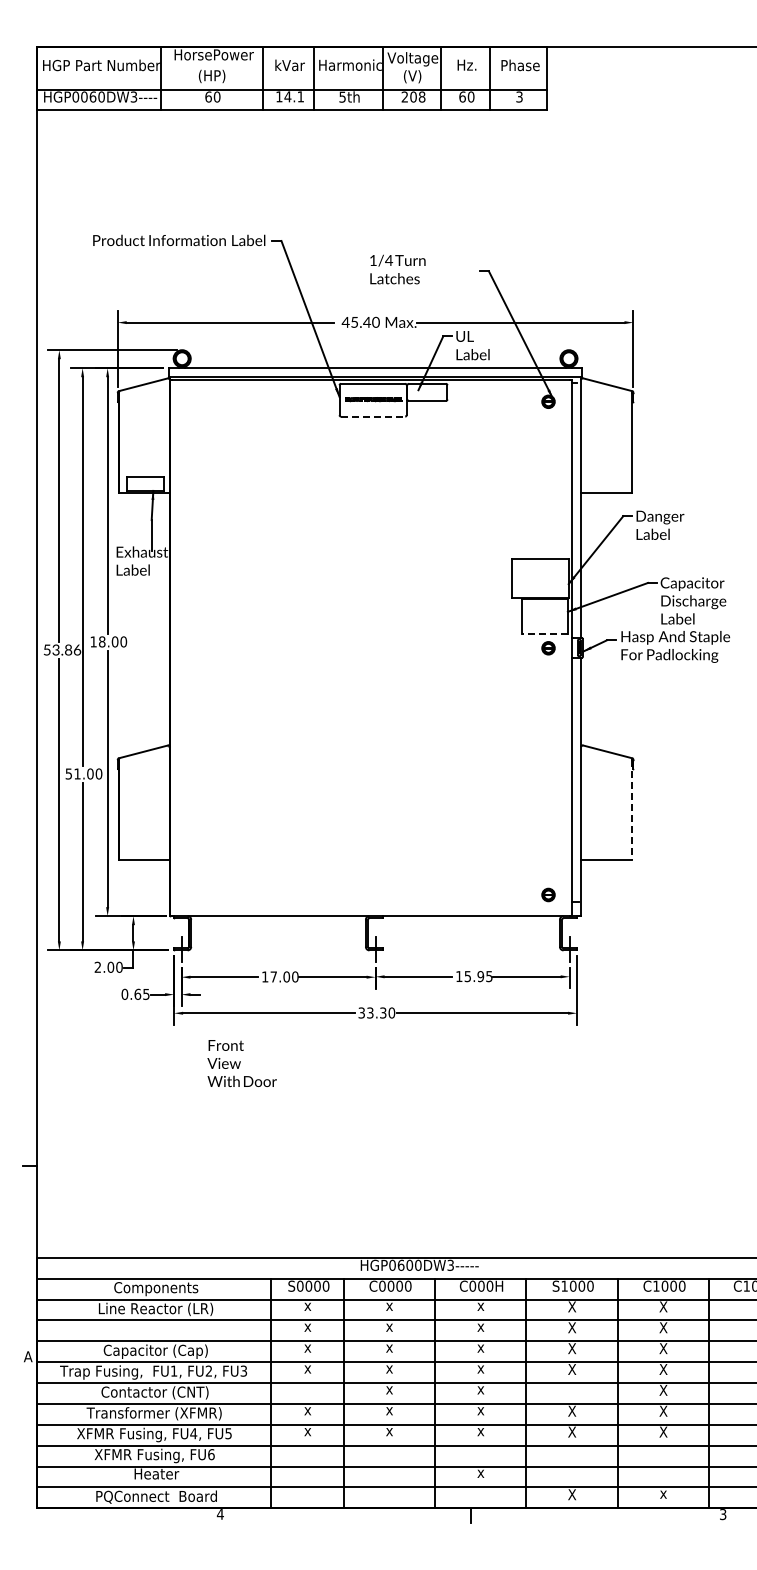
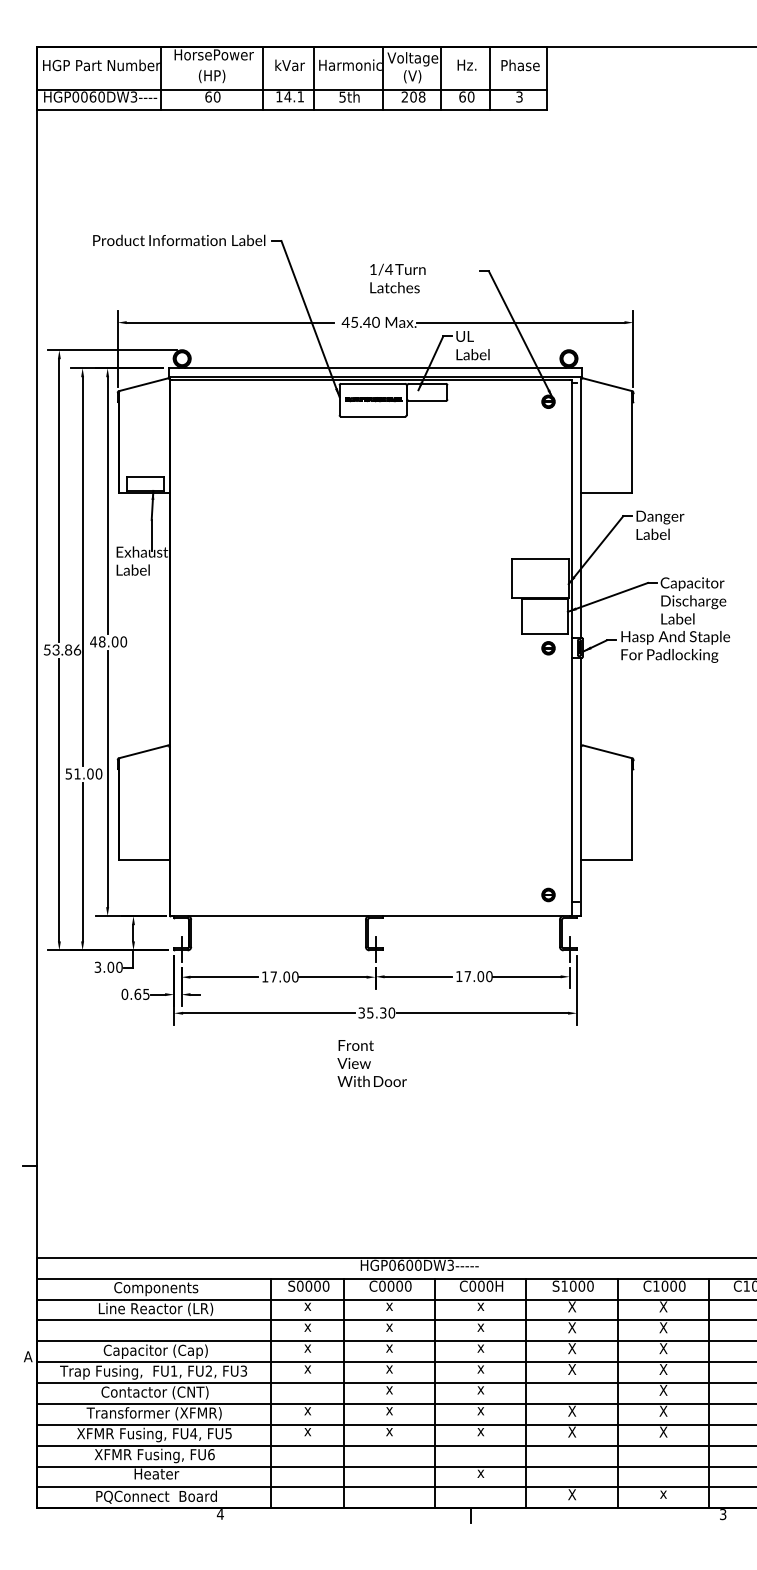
text at (397, 269) position: (397, 269) -> (397, 278)
line at (373, 416): dashed -> solid
line at (545, 633): dashed -> solid
text at (93, 641): 18.00 -> 48.00
line at (632, 810): dashed -> solid
text at (97, 967): 2.00 -> 3.00
text at (478, 976): 15.95 -> 17.00
text at (370, 1012): 33.30 -> 35.30
text at (241, 1063) position: (241, 1063) -> (371, 1063)
